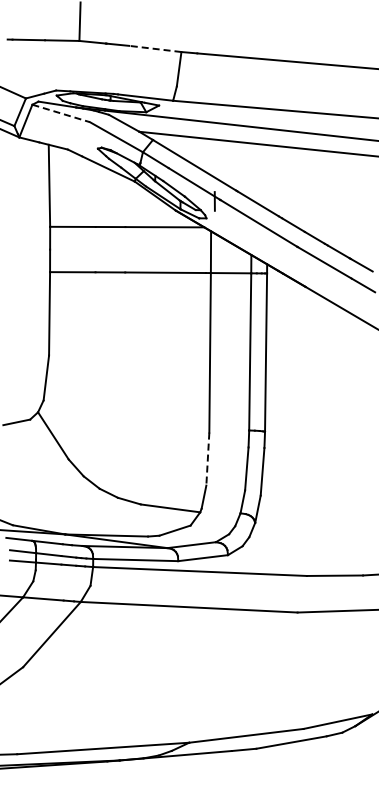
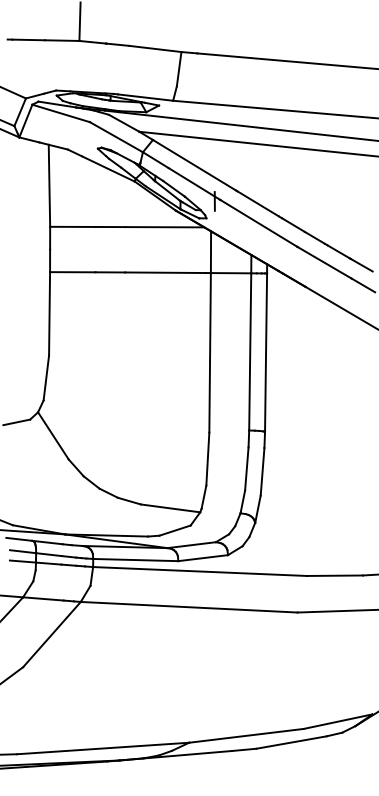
line at (154, 48): dashed -> solid
line at (61, 113): dashed -> solid
line at (207, 459): dashed -> solid
